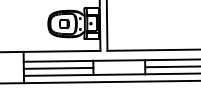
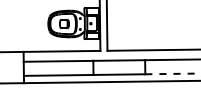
line at (171, 66): present -> none
line at (58, 67): present -> none
line at (173, 73): solid -> dashed
